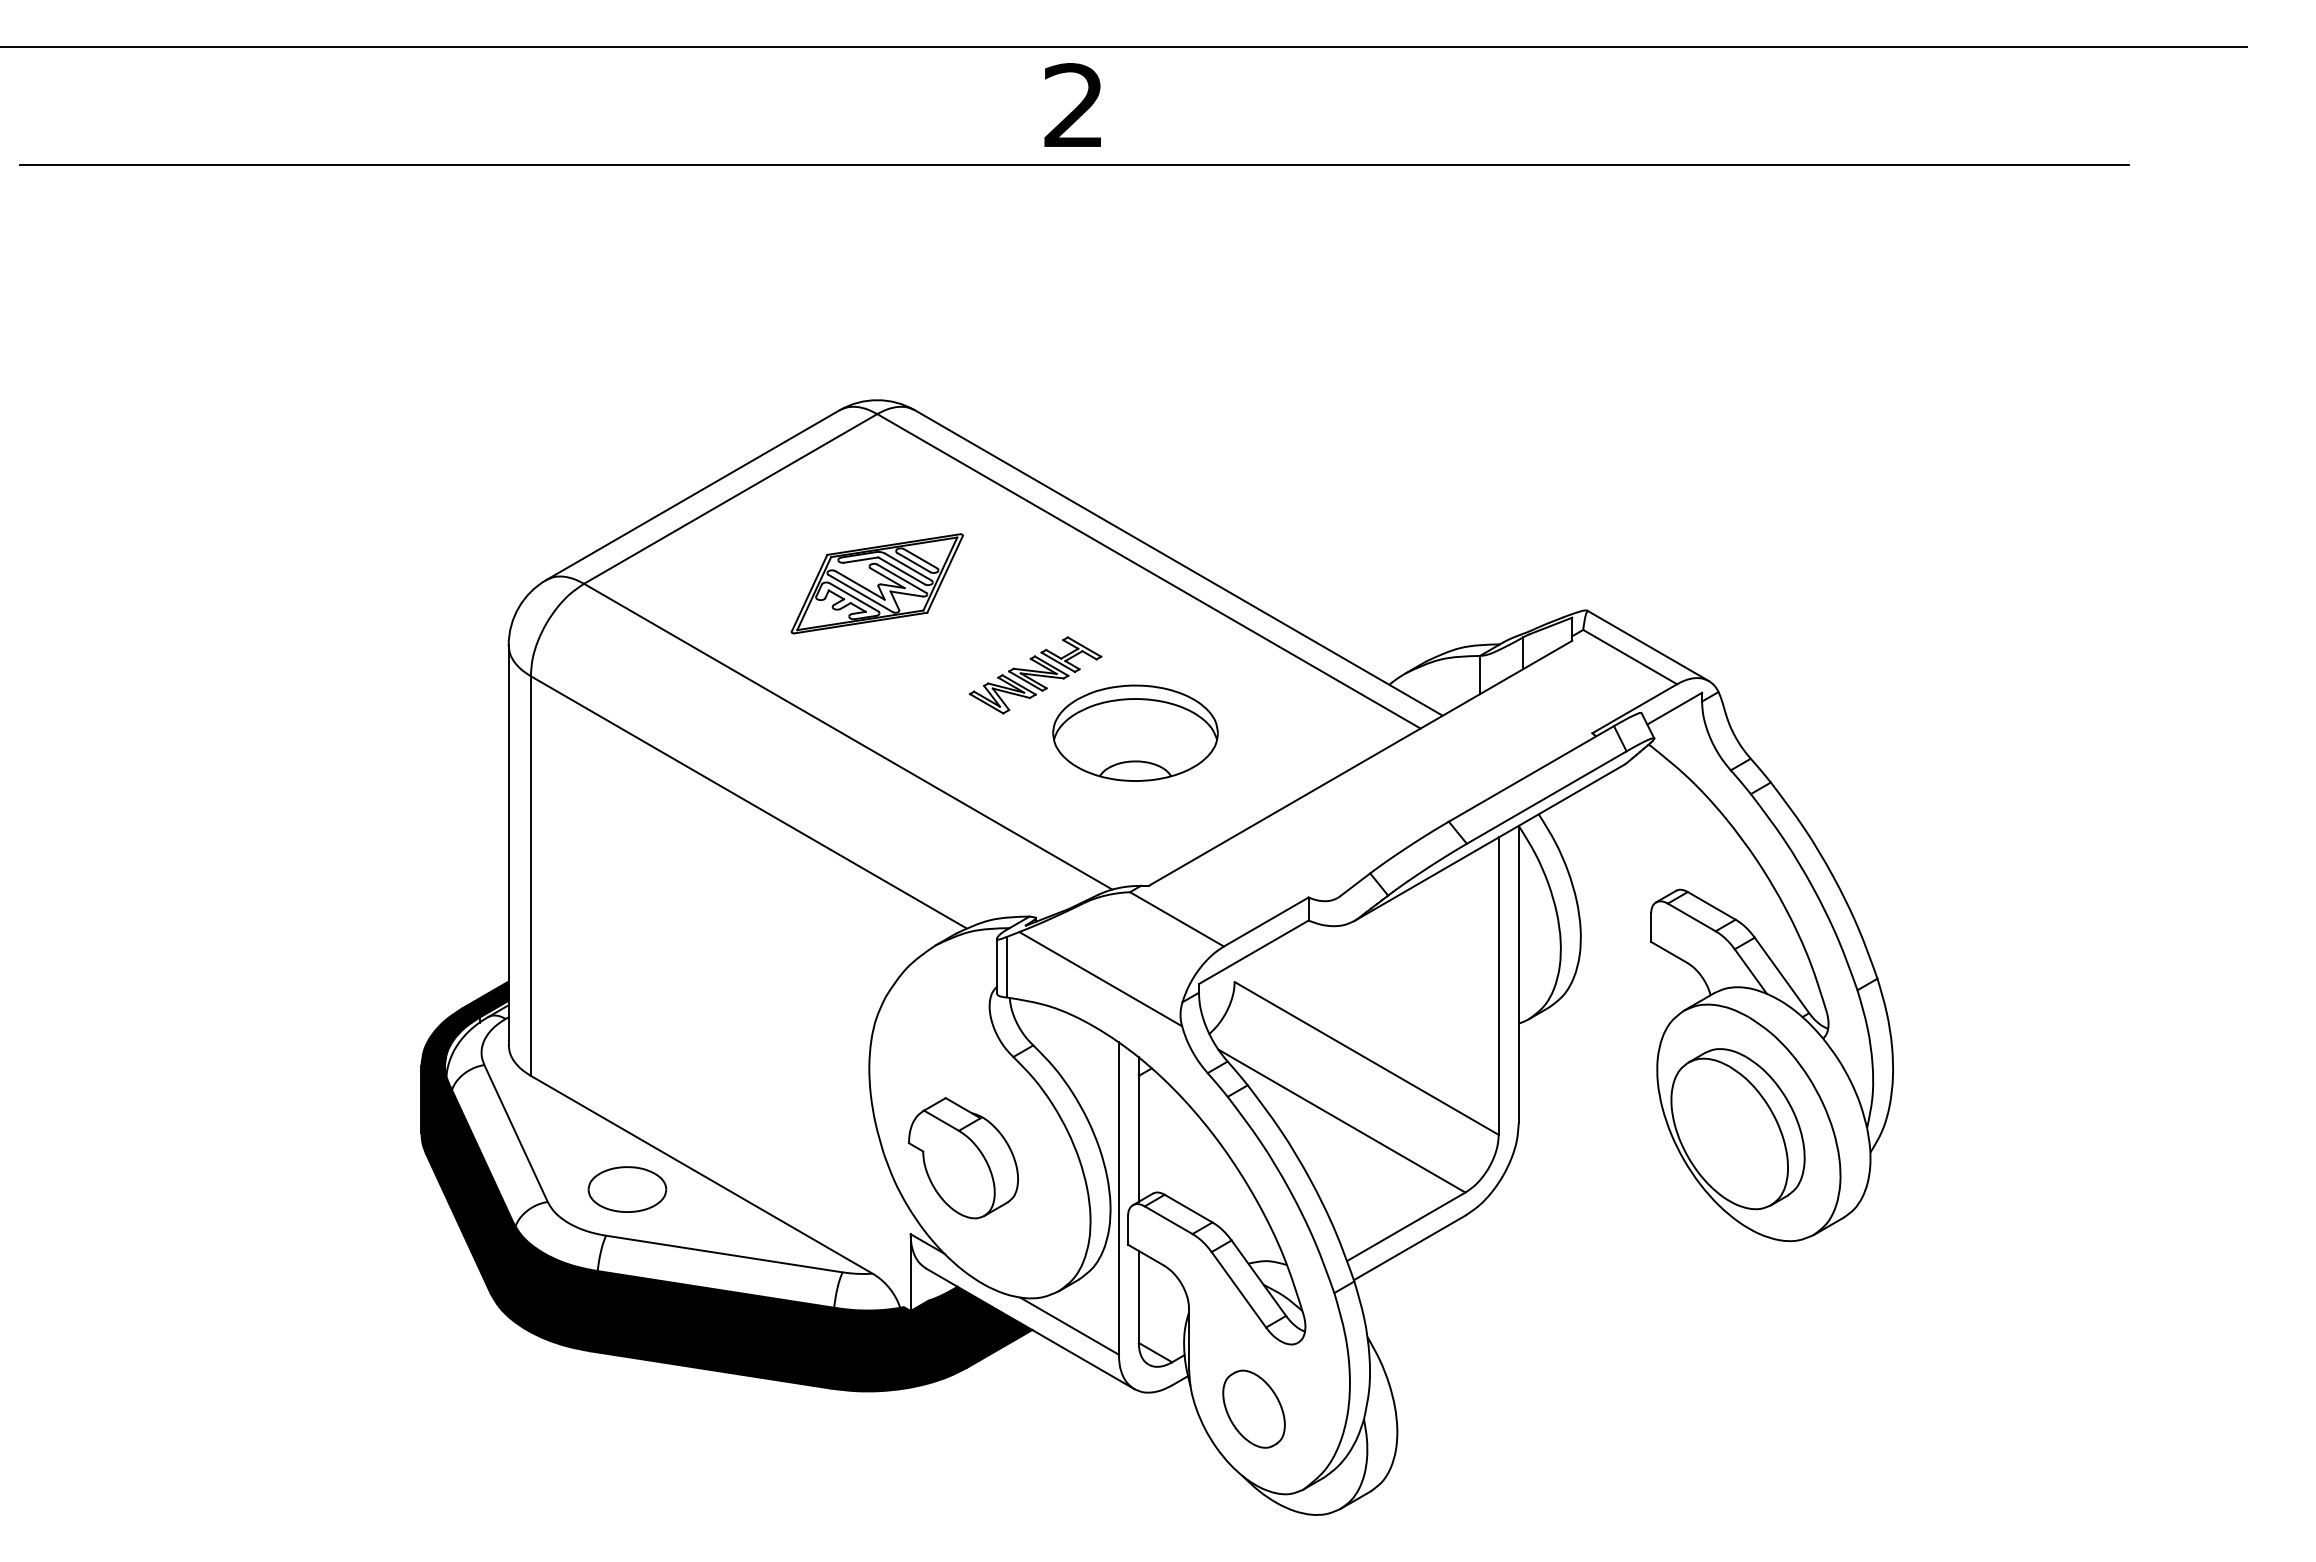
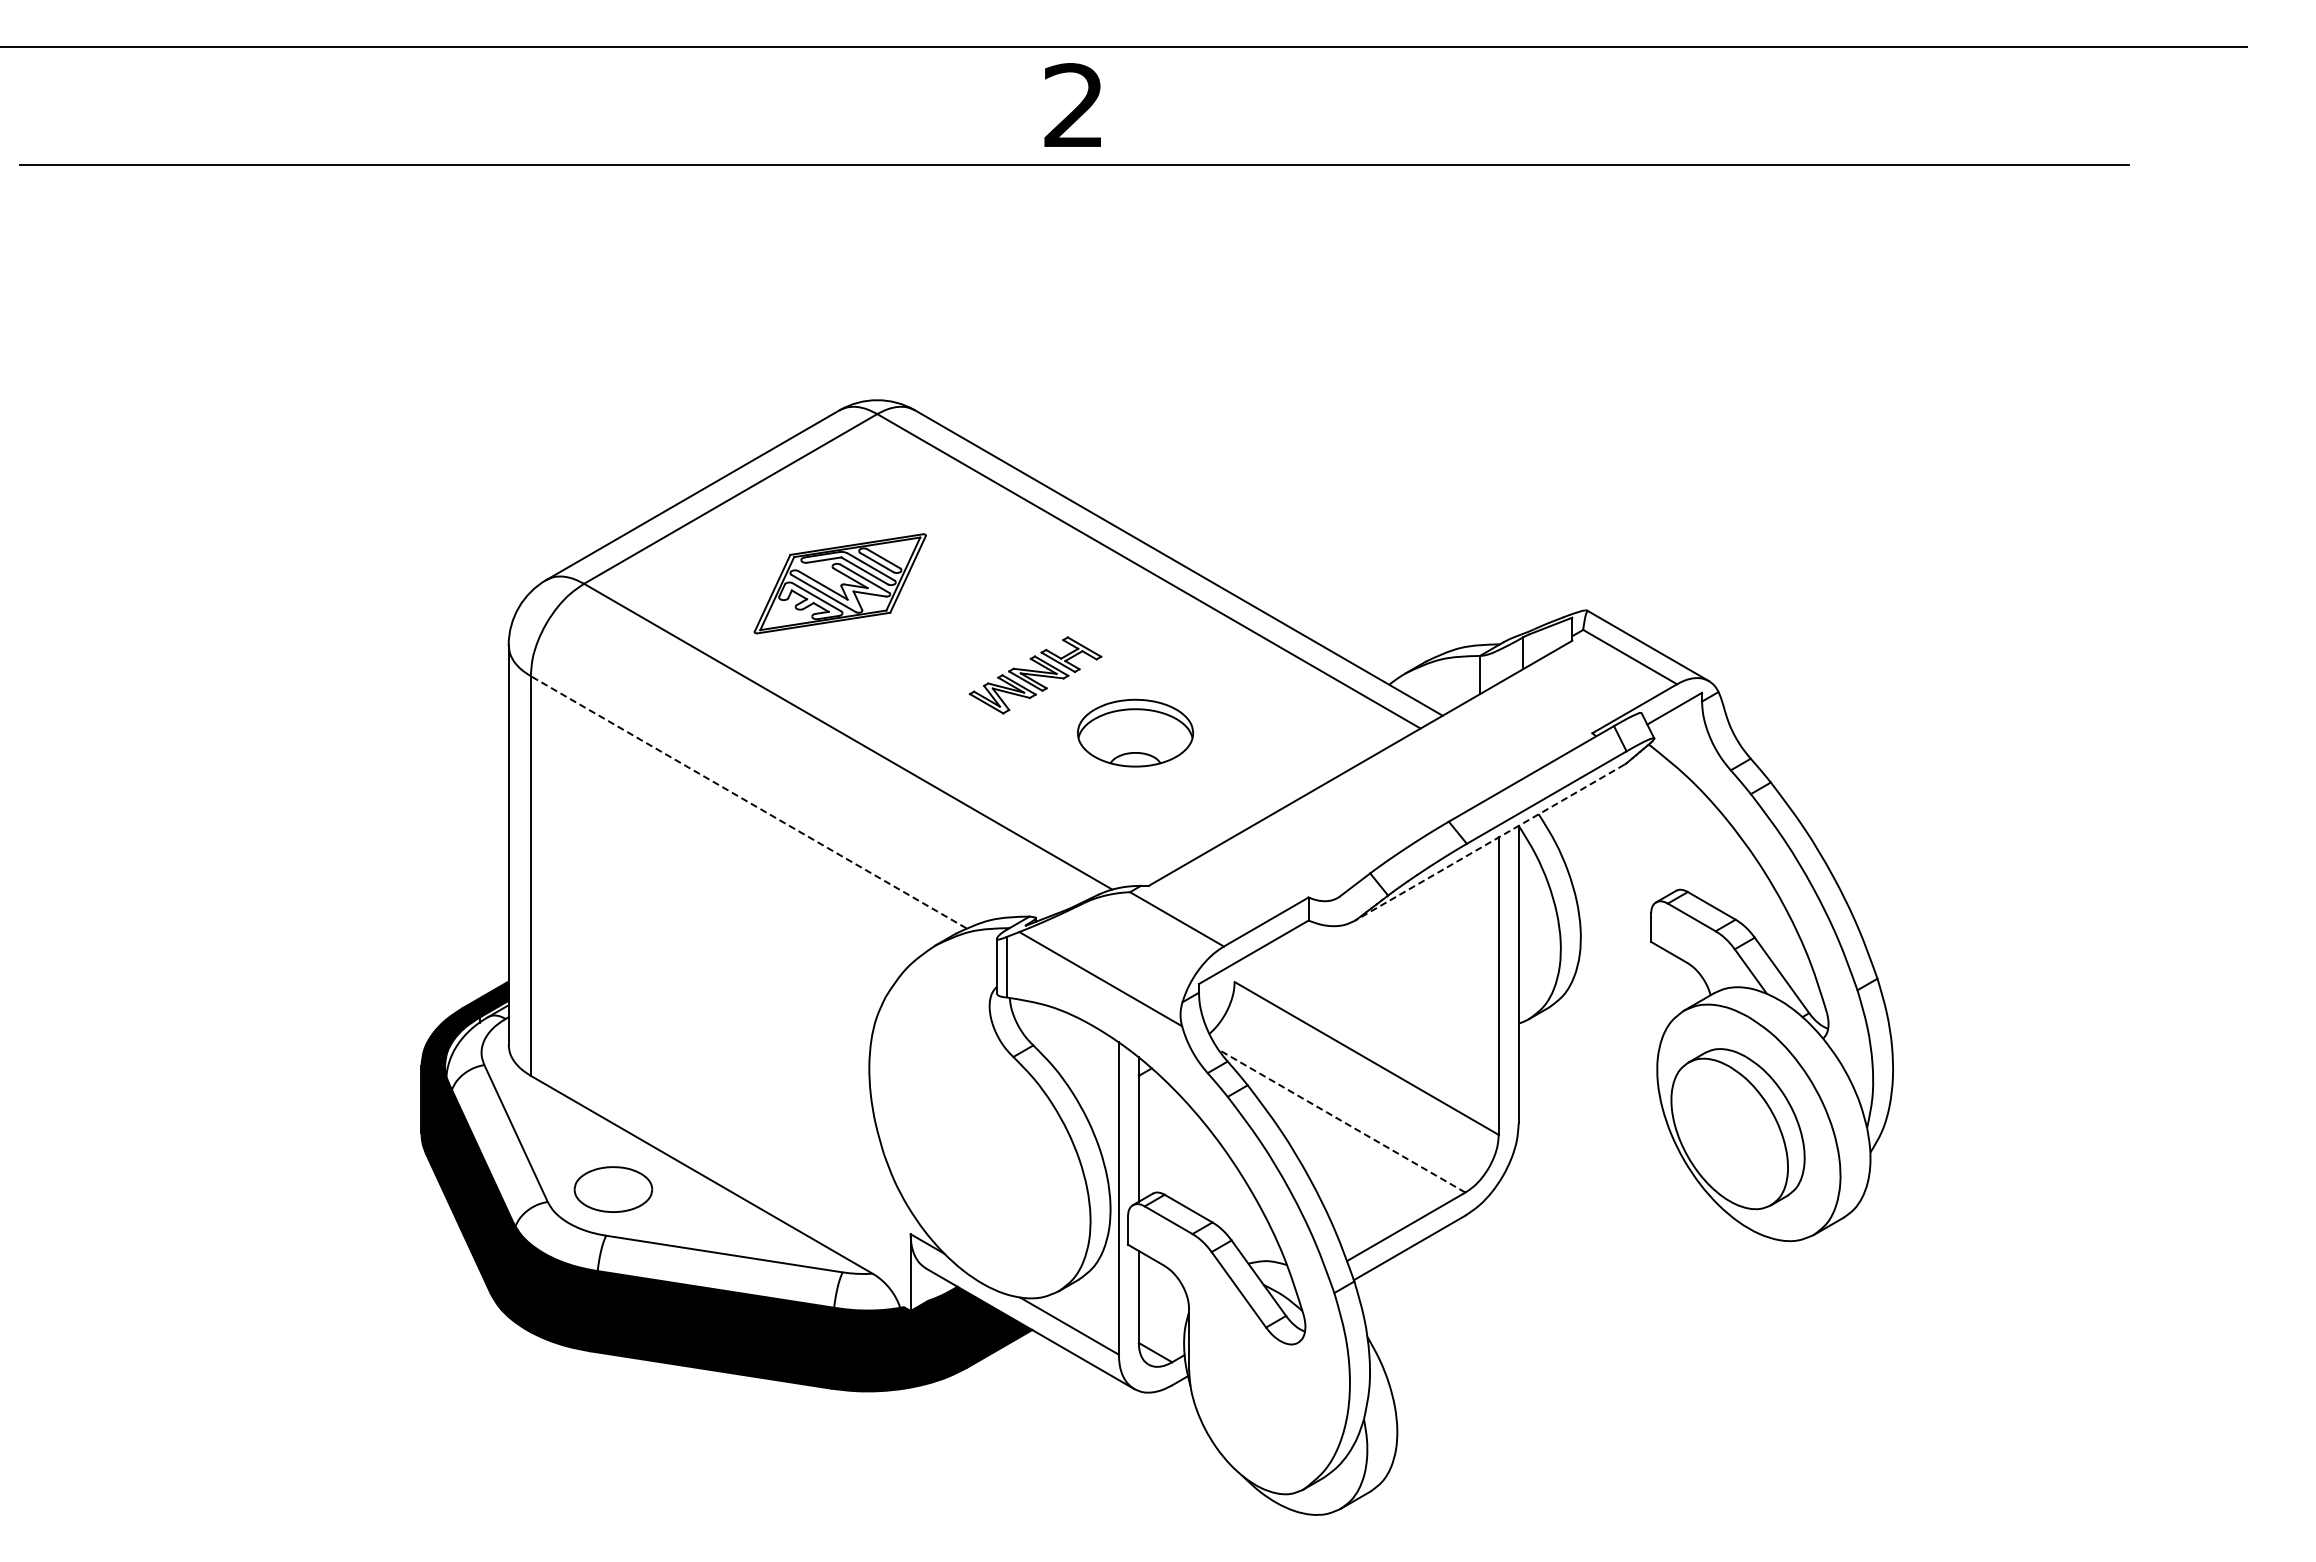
part at (876, 583) position: (876, 583) -> (839, 583)
part at (1135, 732) size: 167x98 px -> 118x70 px
line at (748, 802): solid -> dashed
line at (1488, 843): solid -> dashed
line at (1341, 1121): solid -> dashed
part at (962, 1158): present -> none
part at (627, 1189) position: (627, 1189) -> (613, 1189)
part at (1253, 1408): present -> none
